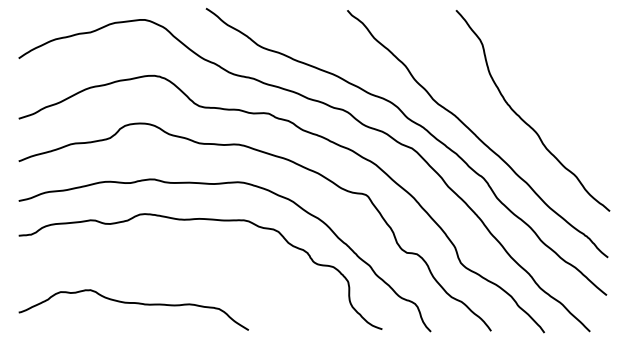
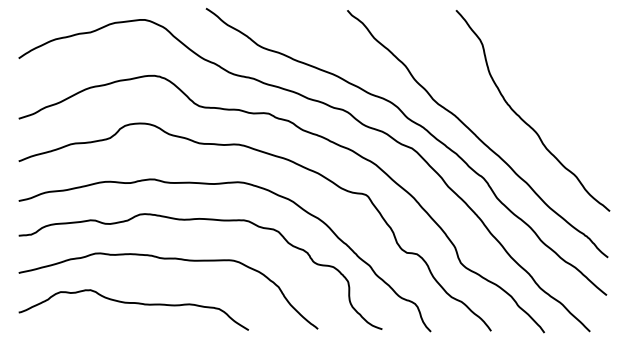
curve at (168, 259): none -> present
